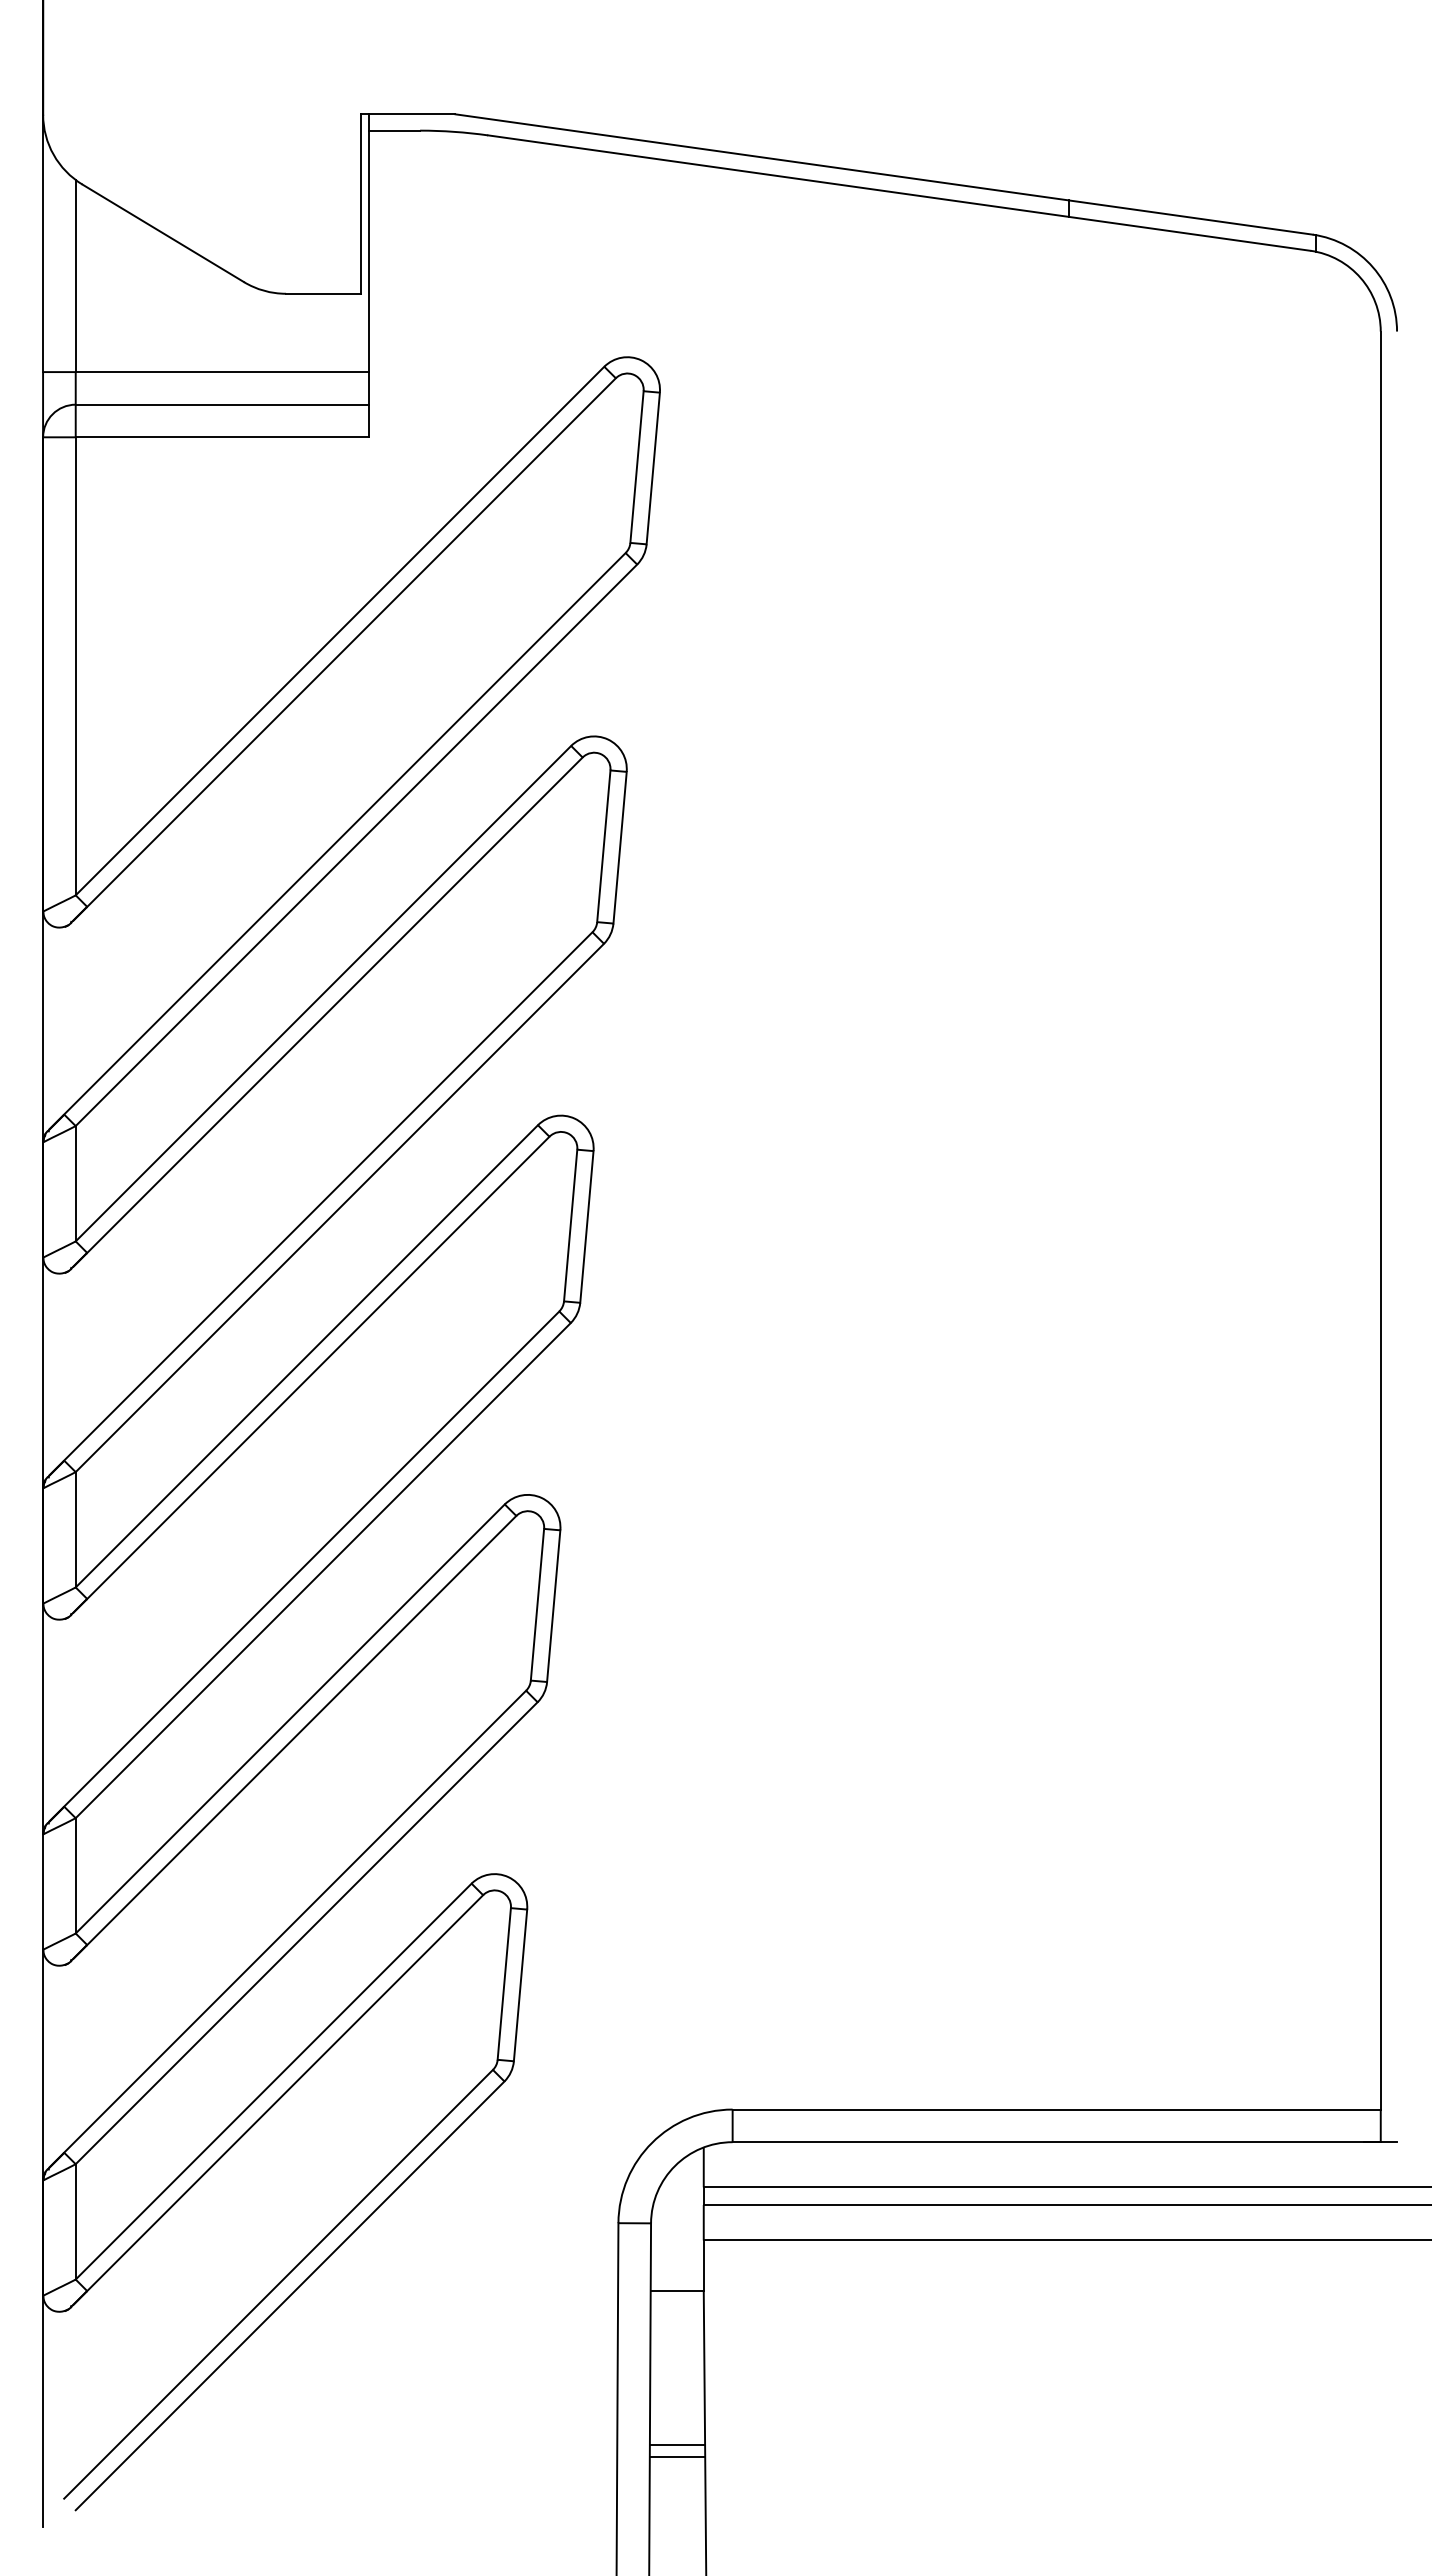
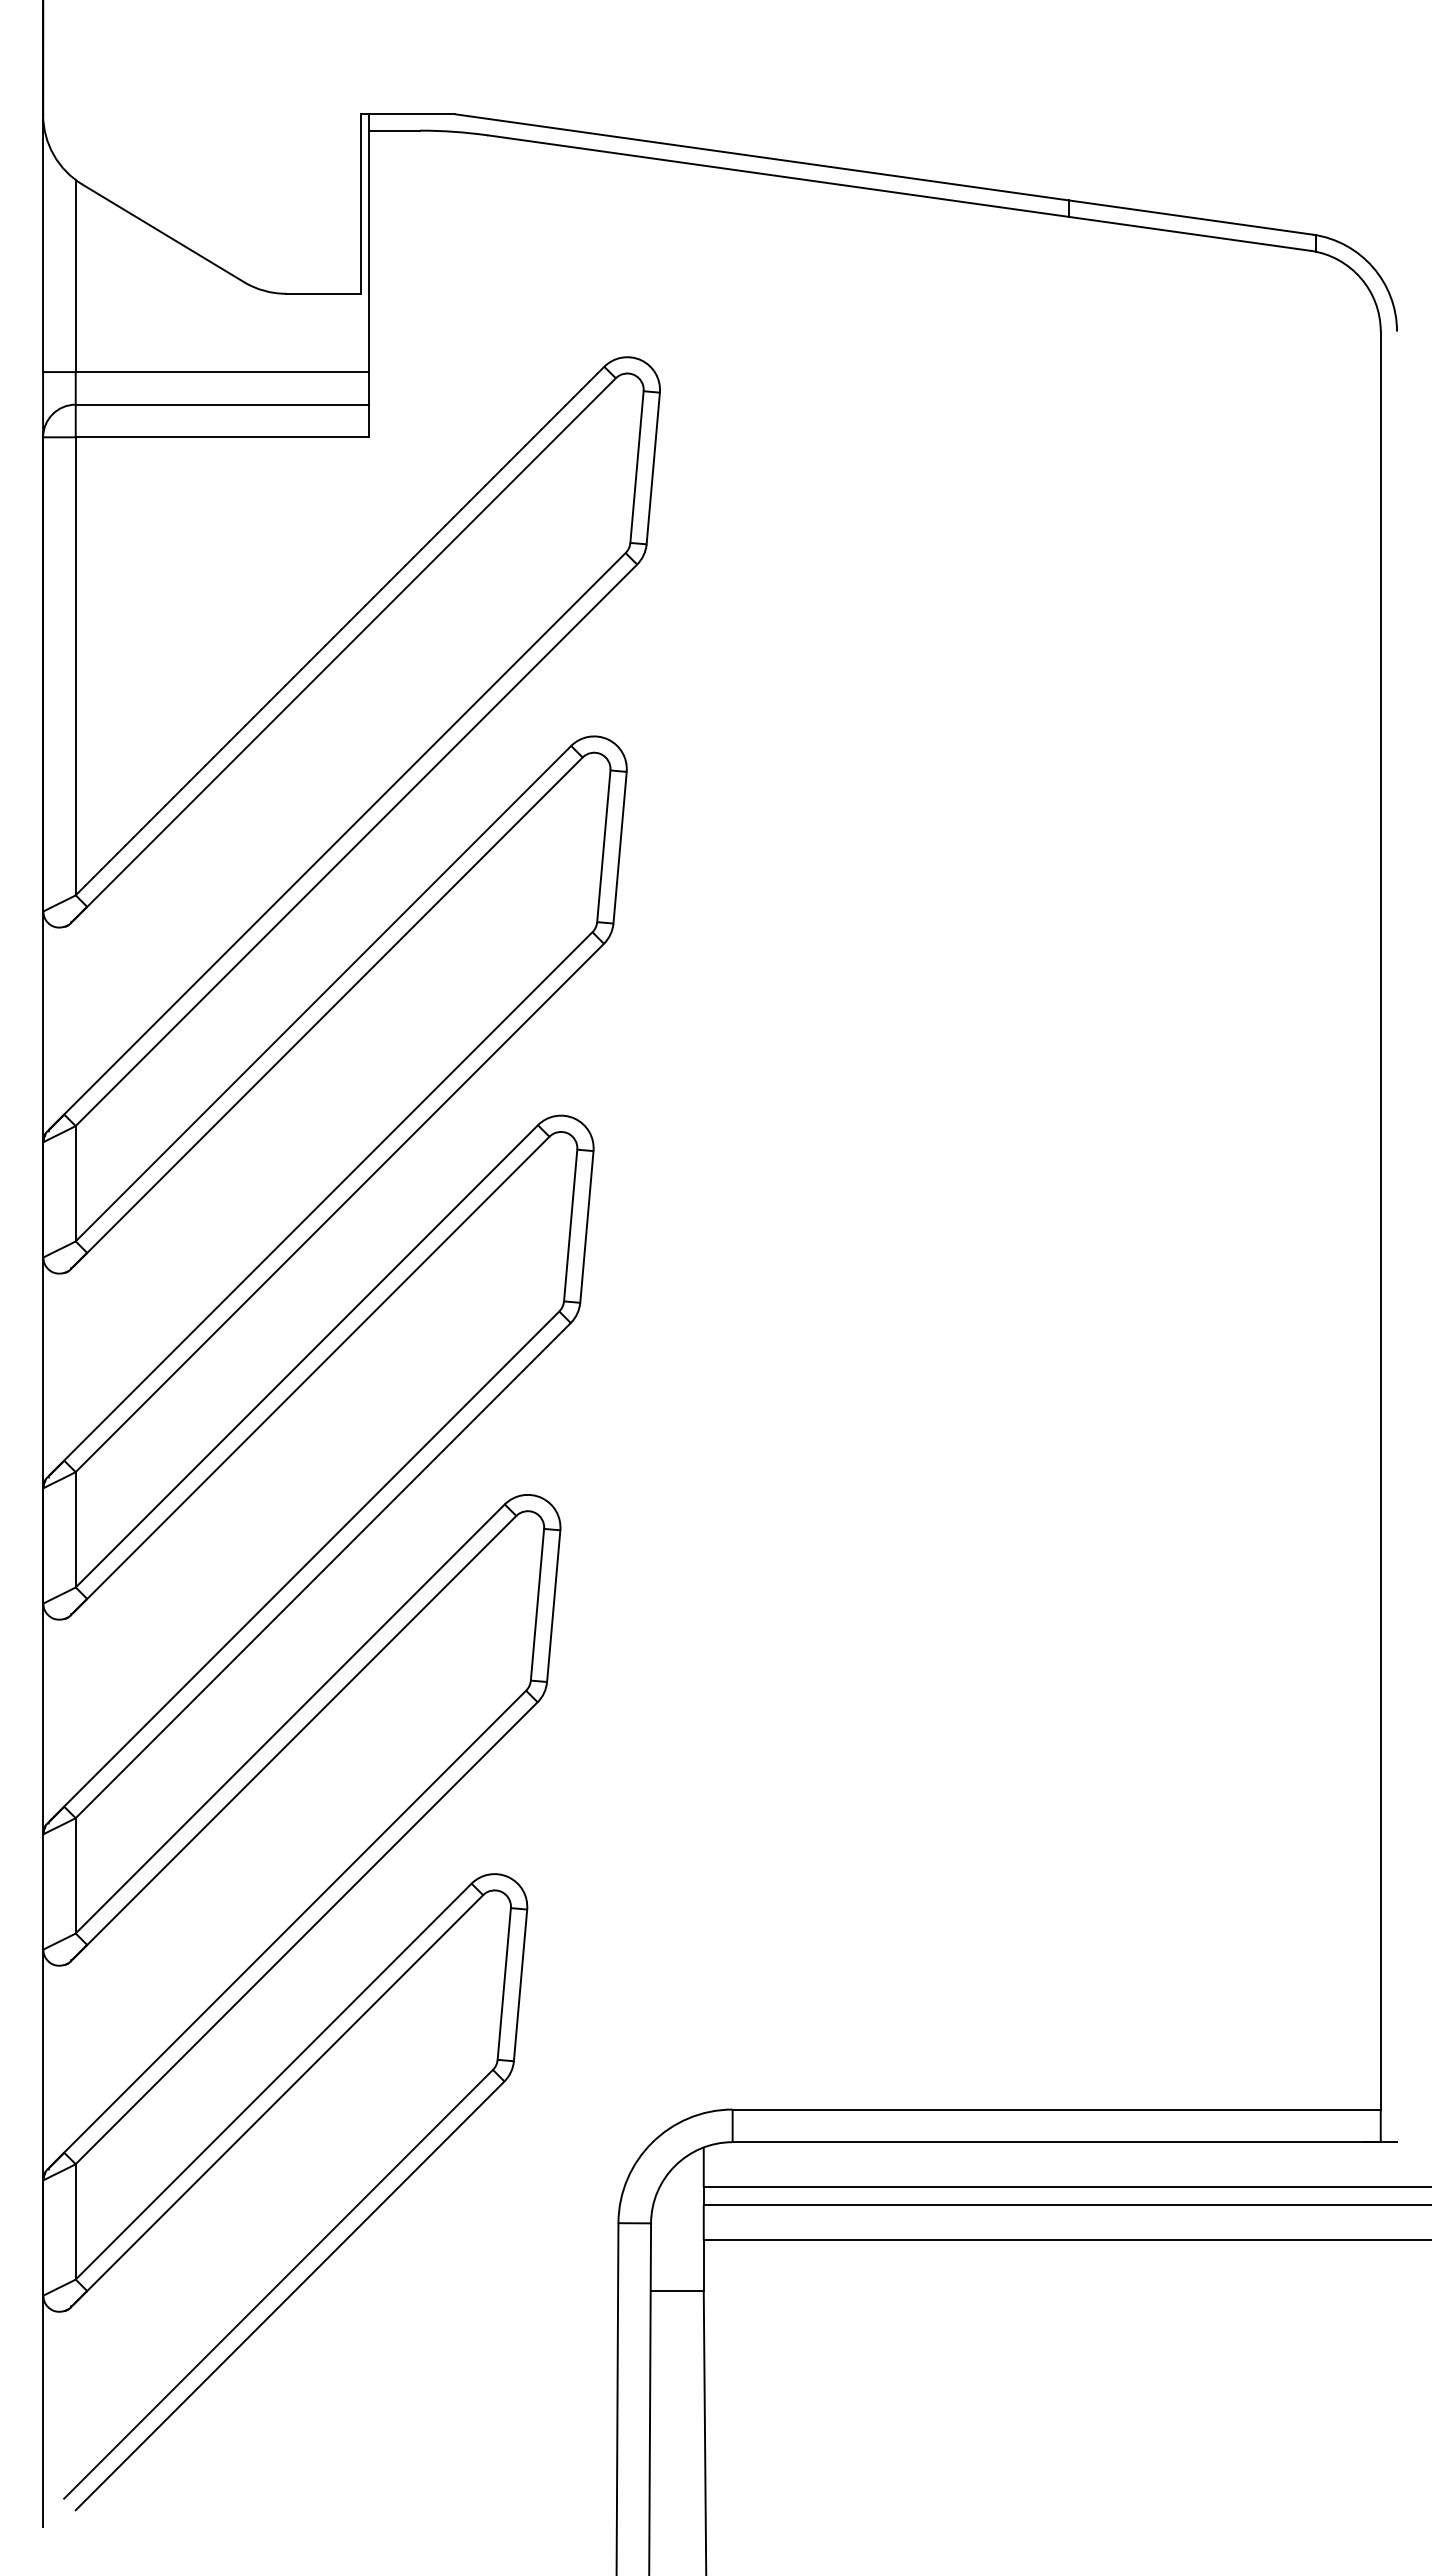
line at (677, 2445): present -> none
line at (677, 2456): present -> none
